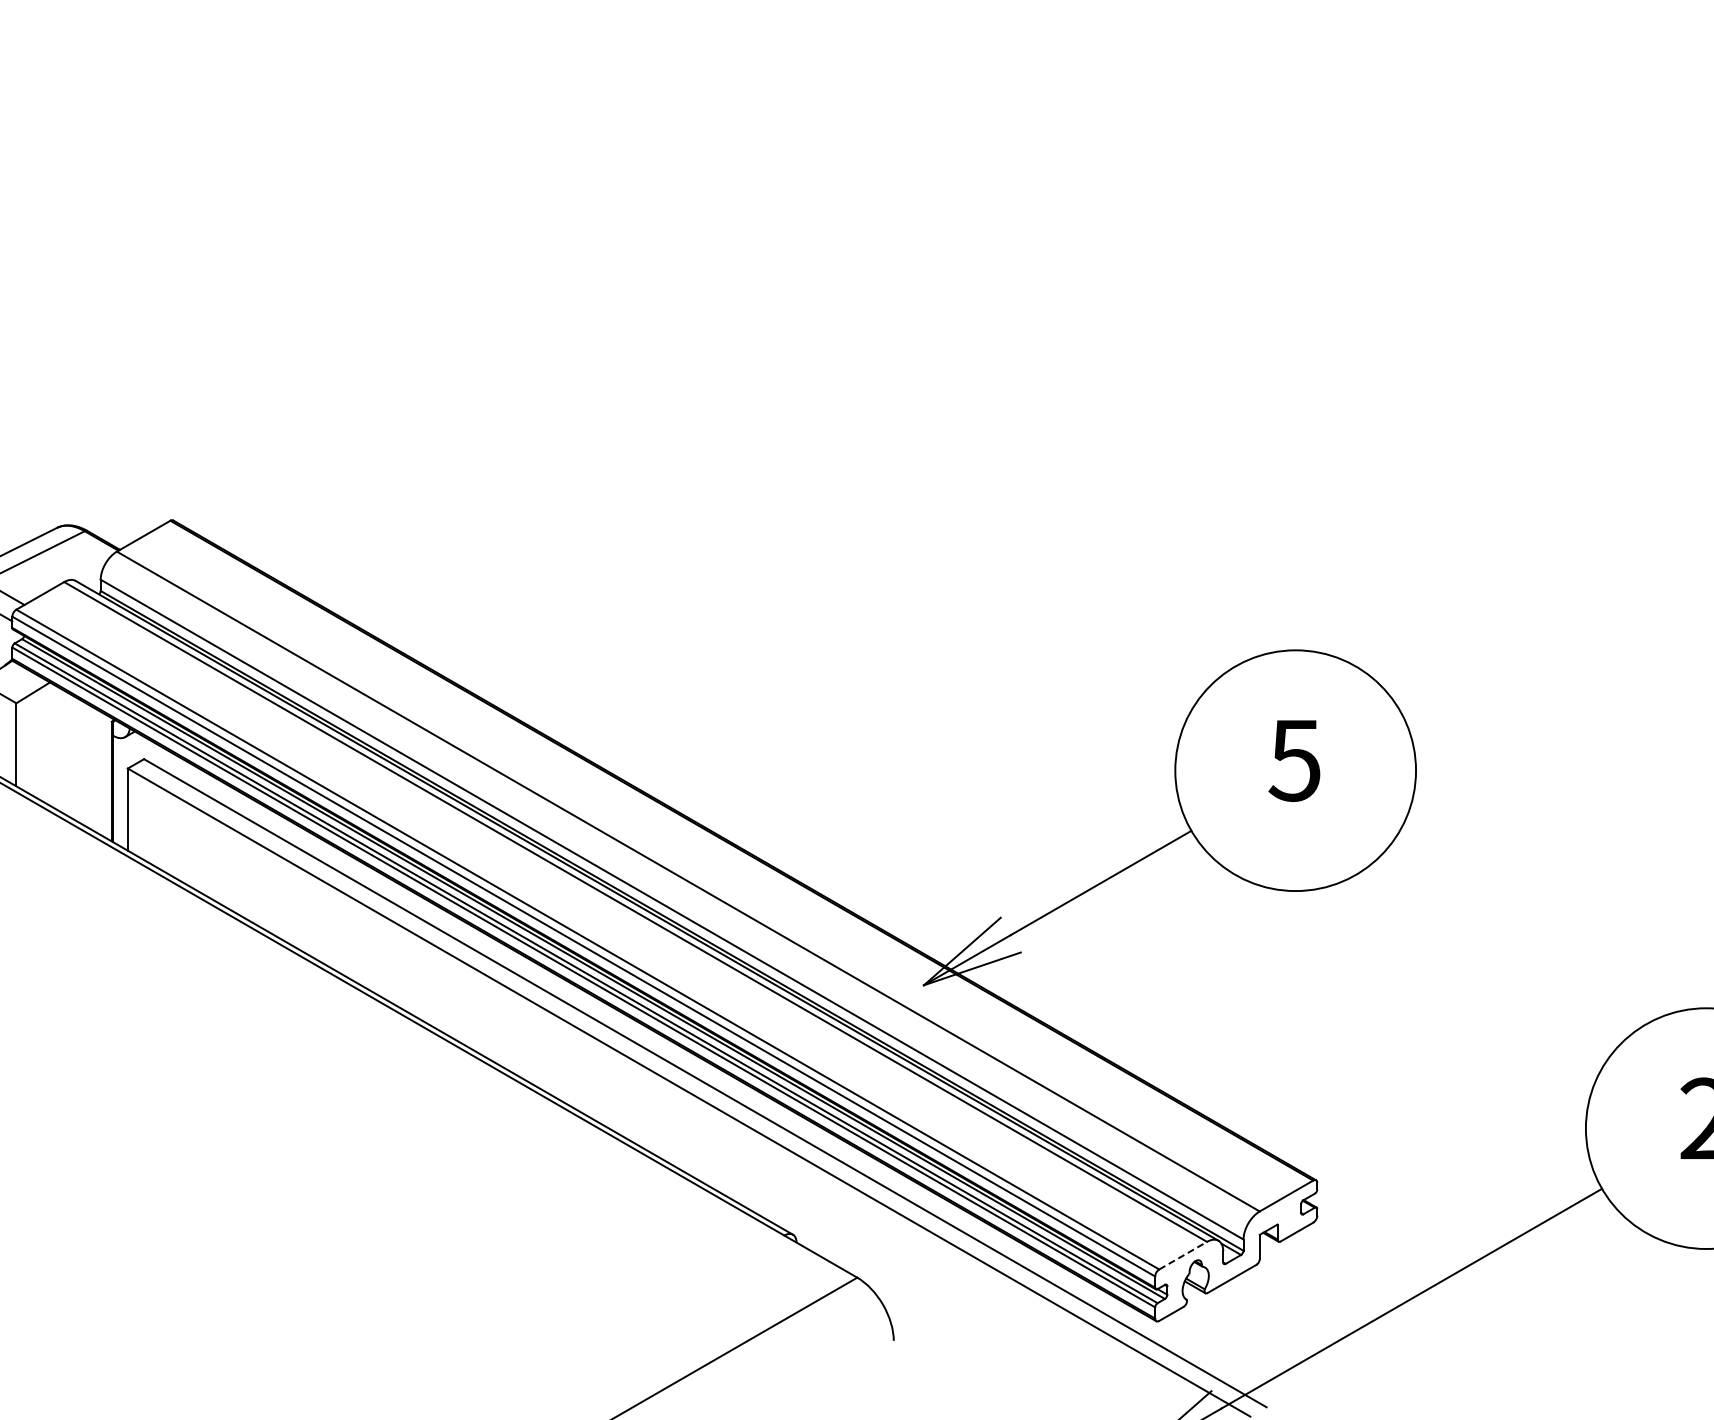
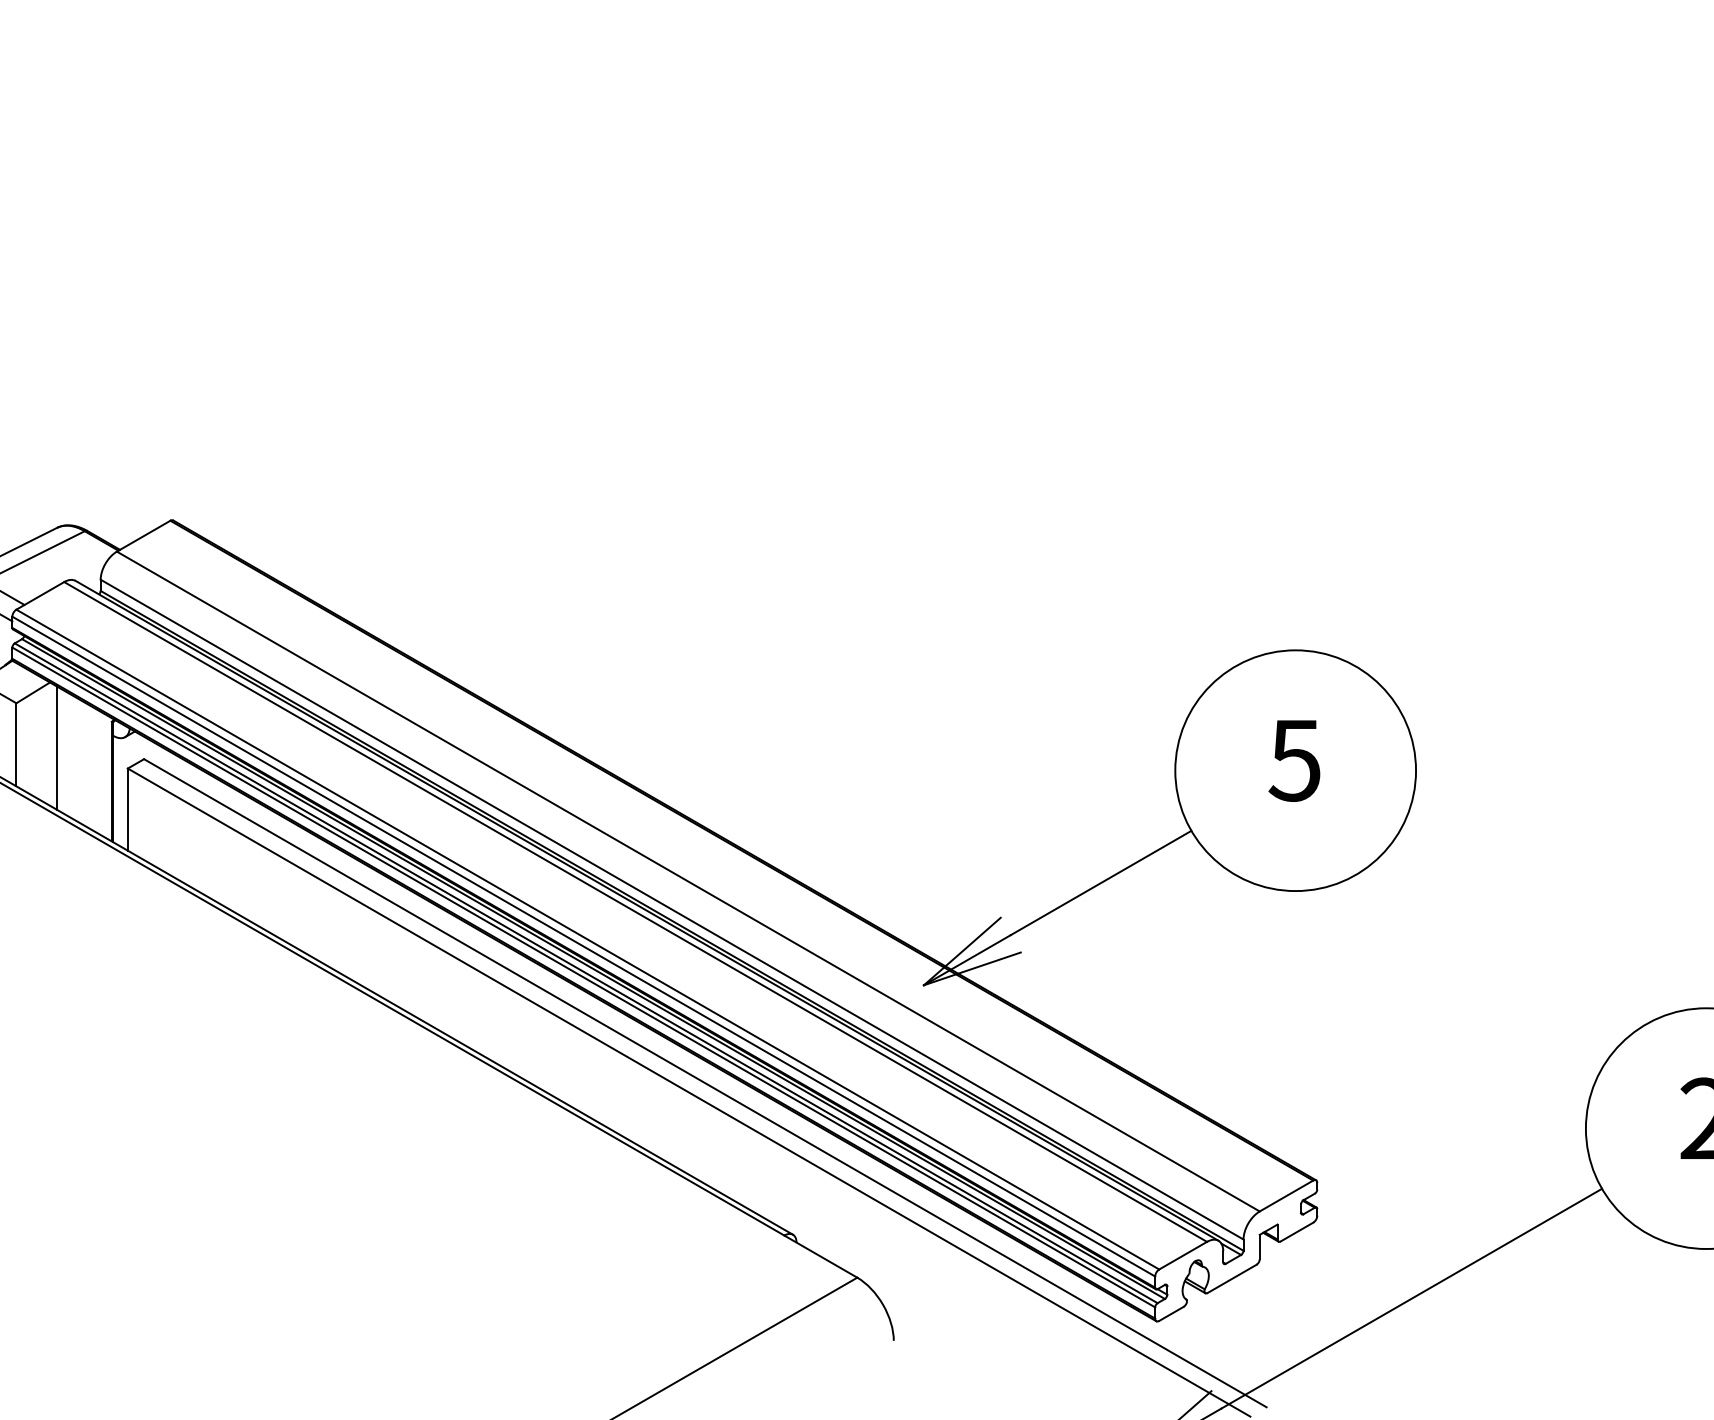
line at (56, 747): none -> present
line at (1183, 1255): dashed -> solid
